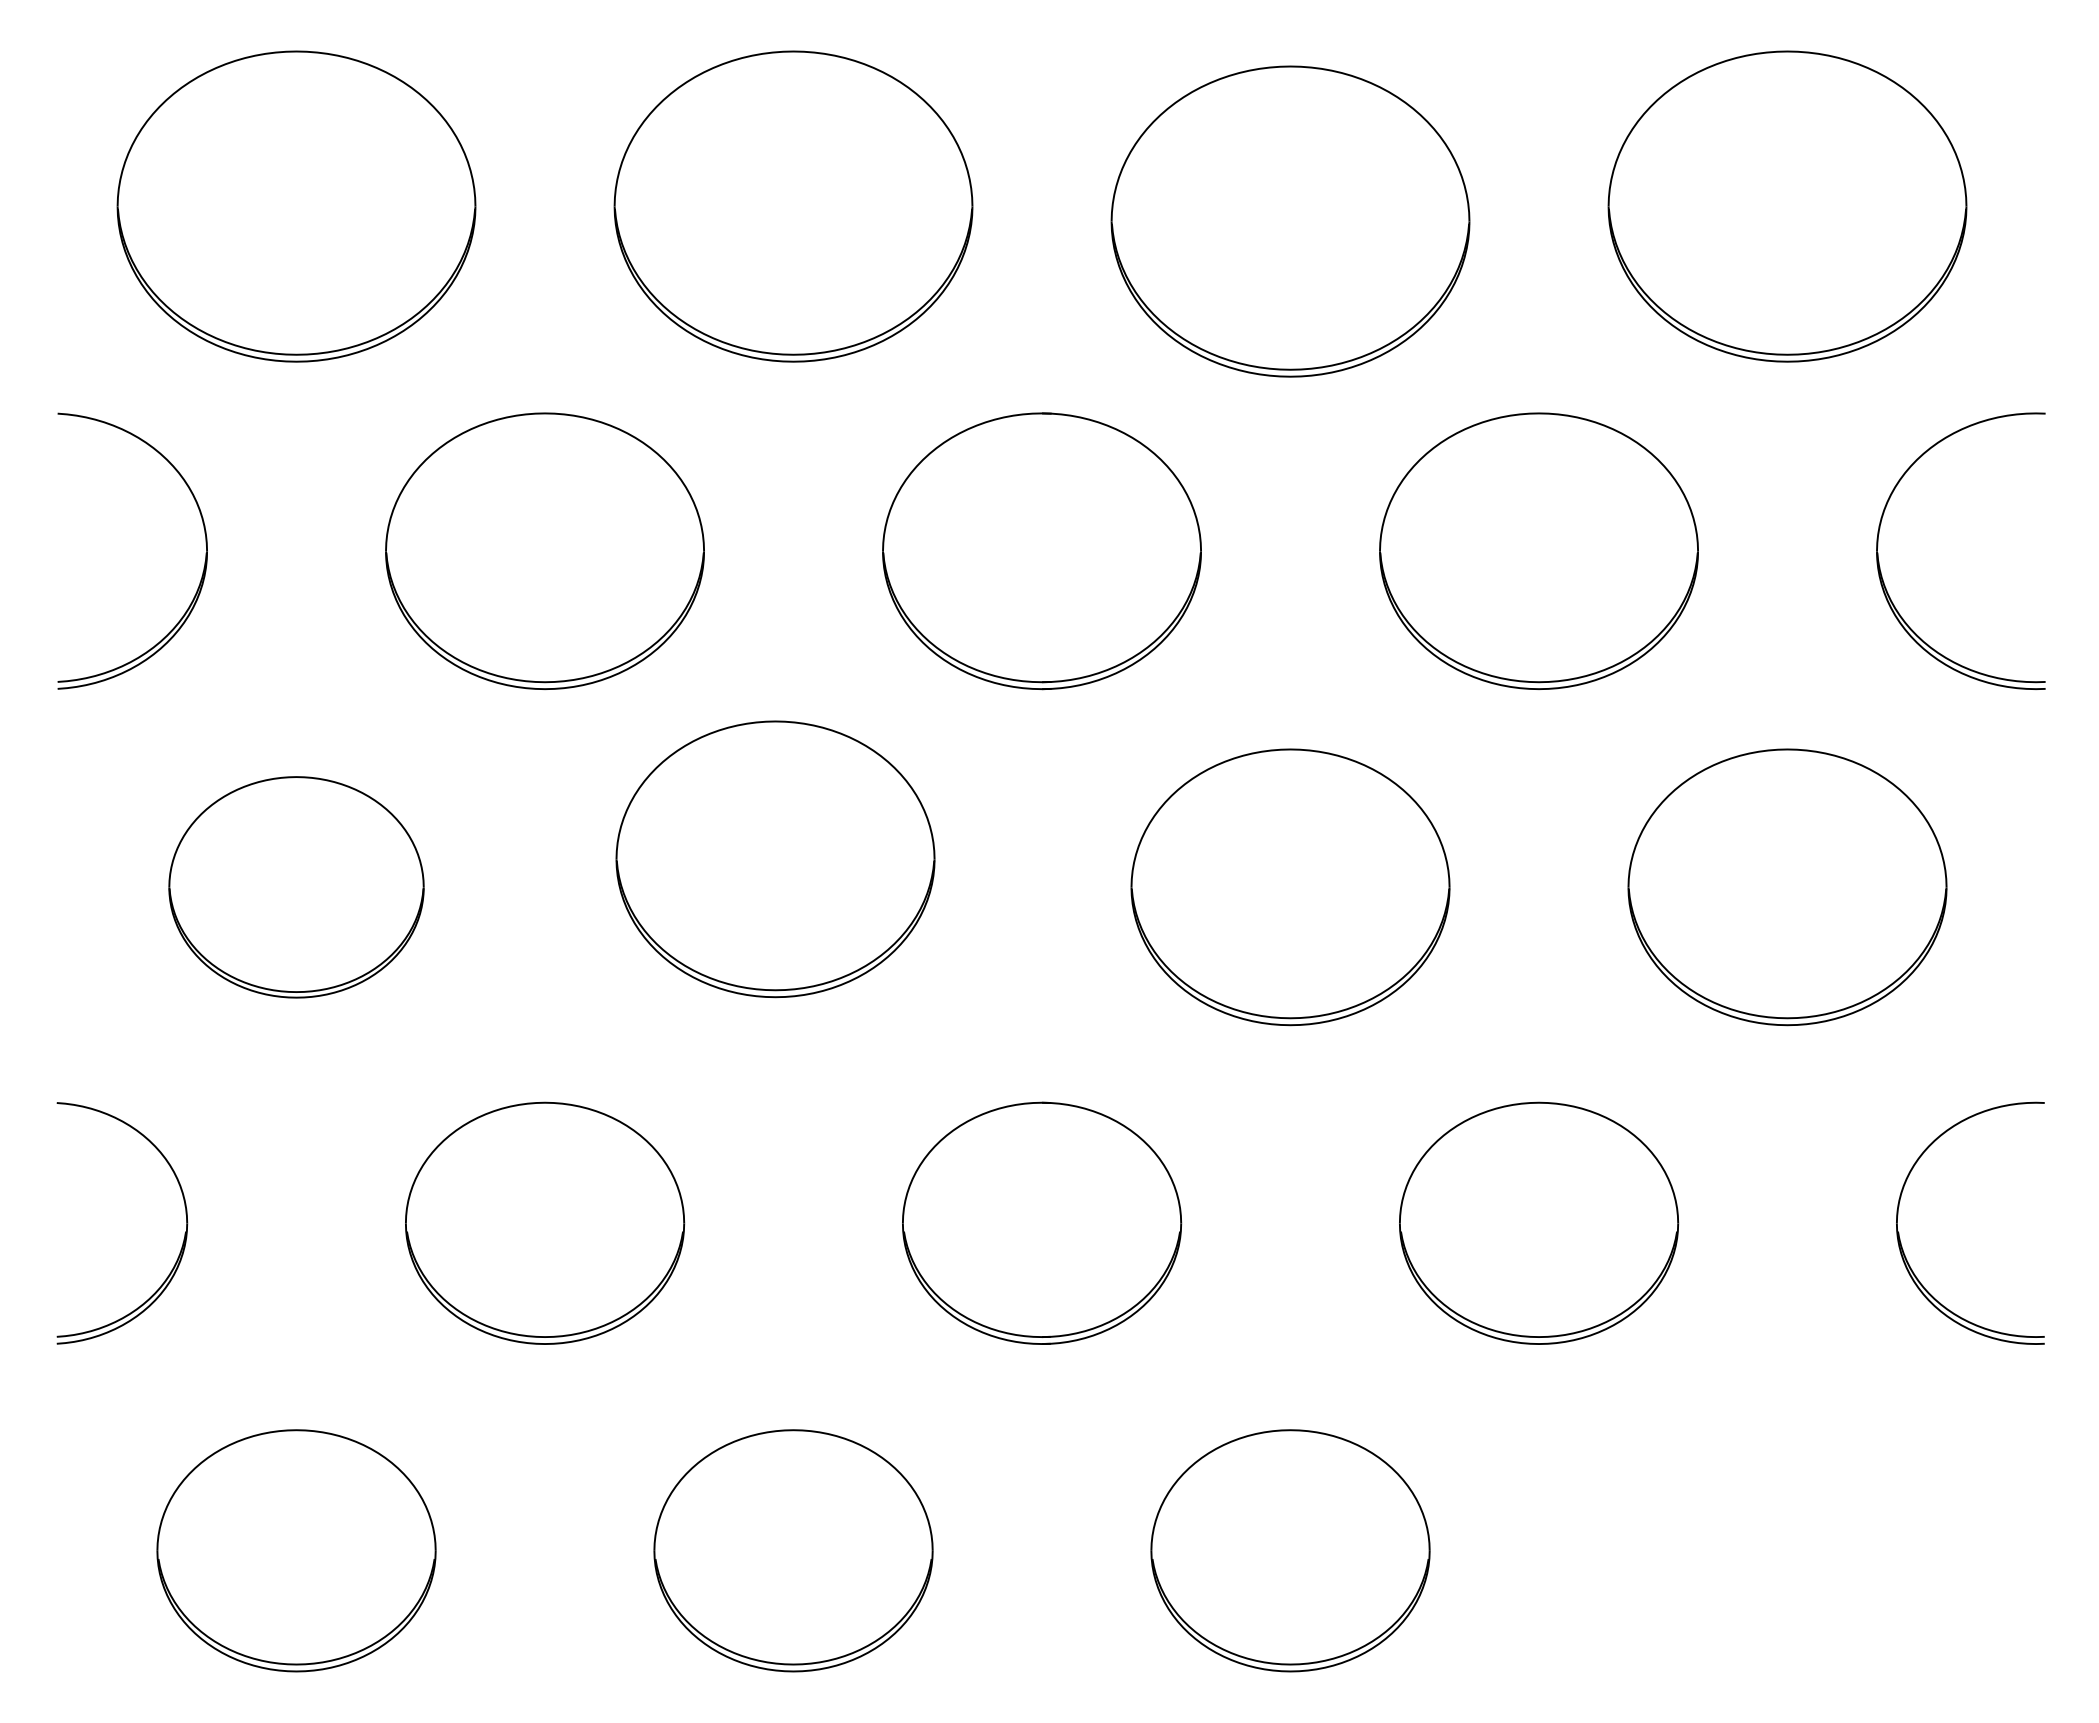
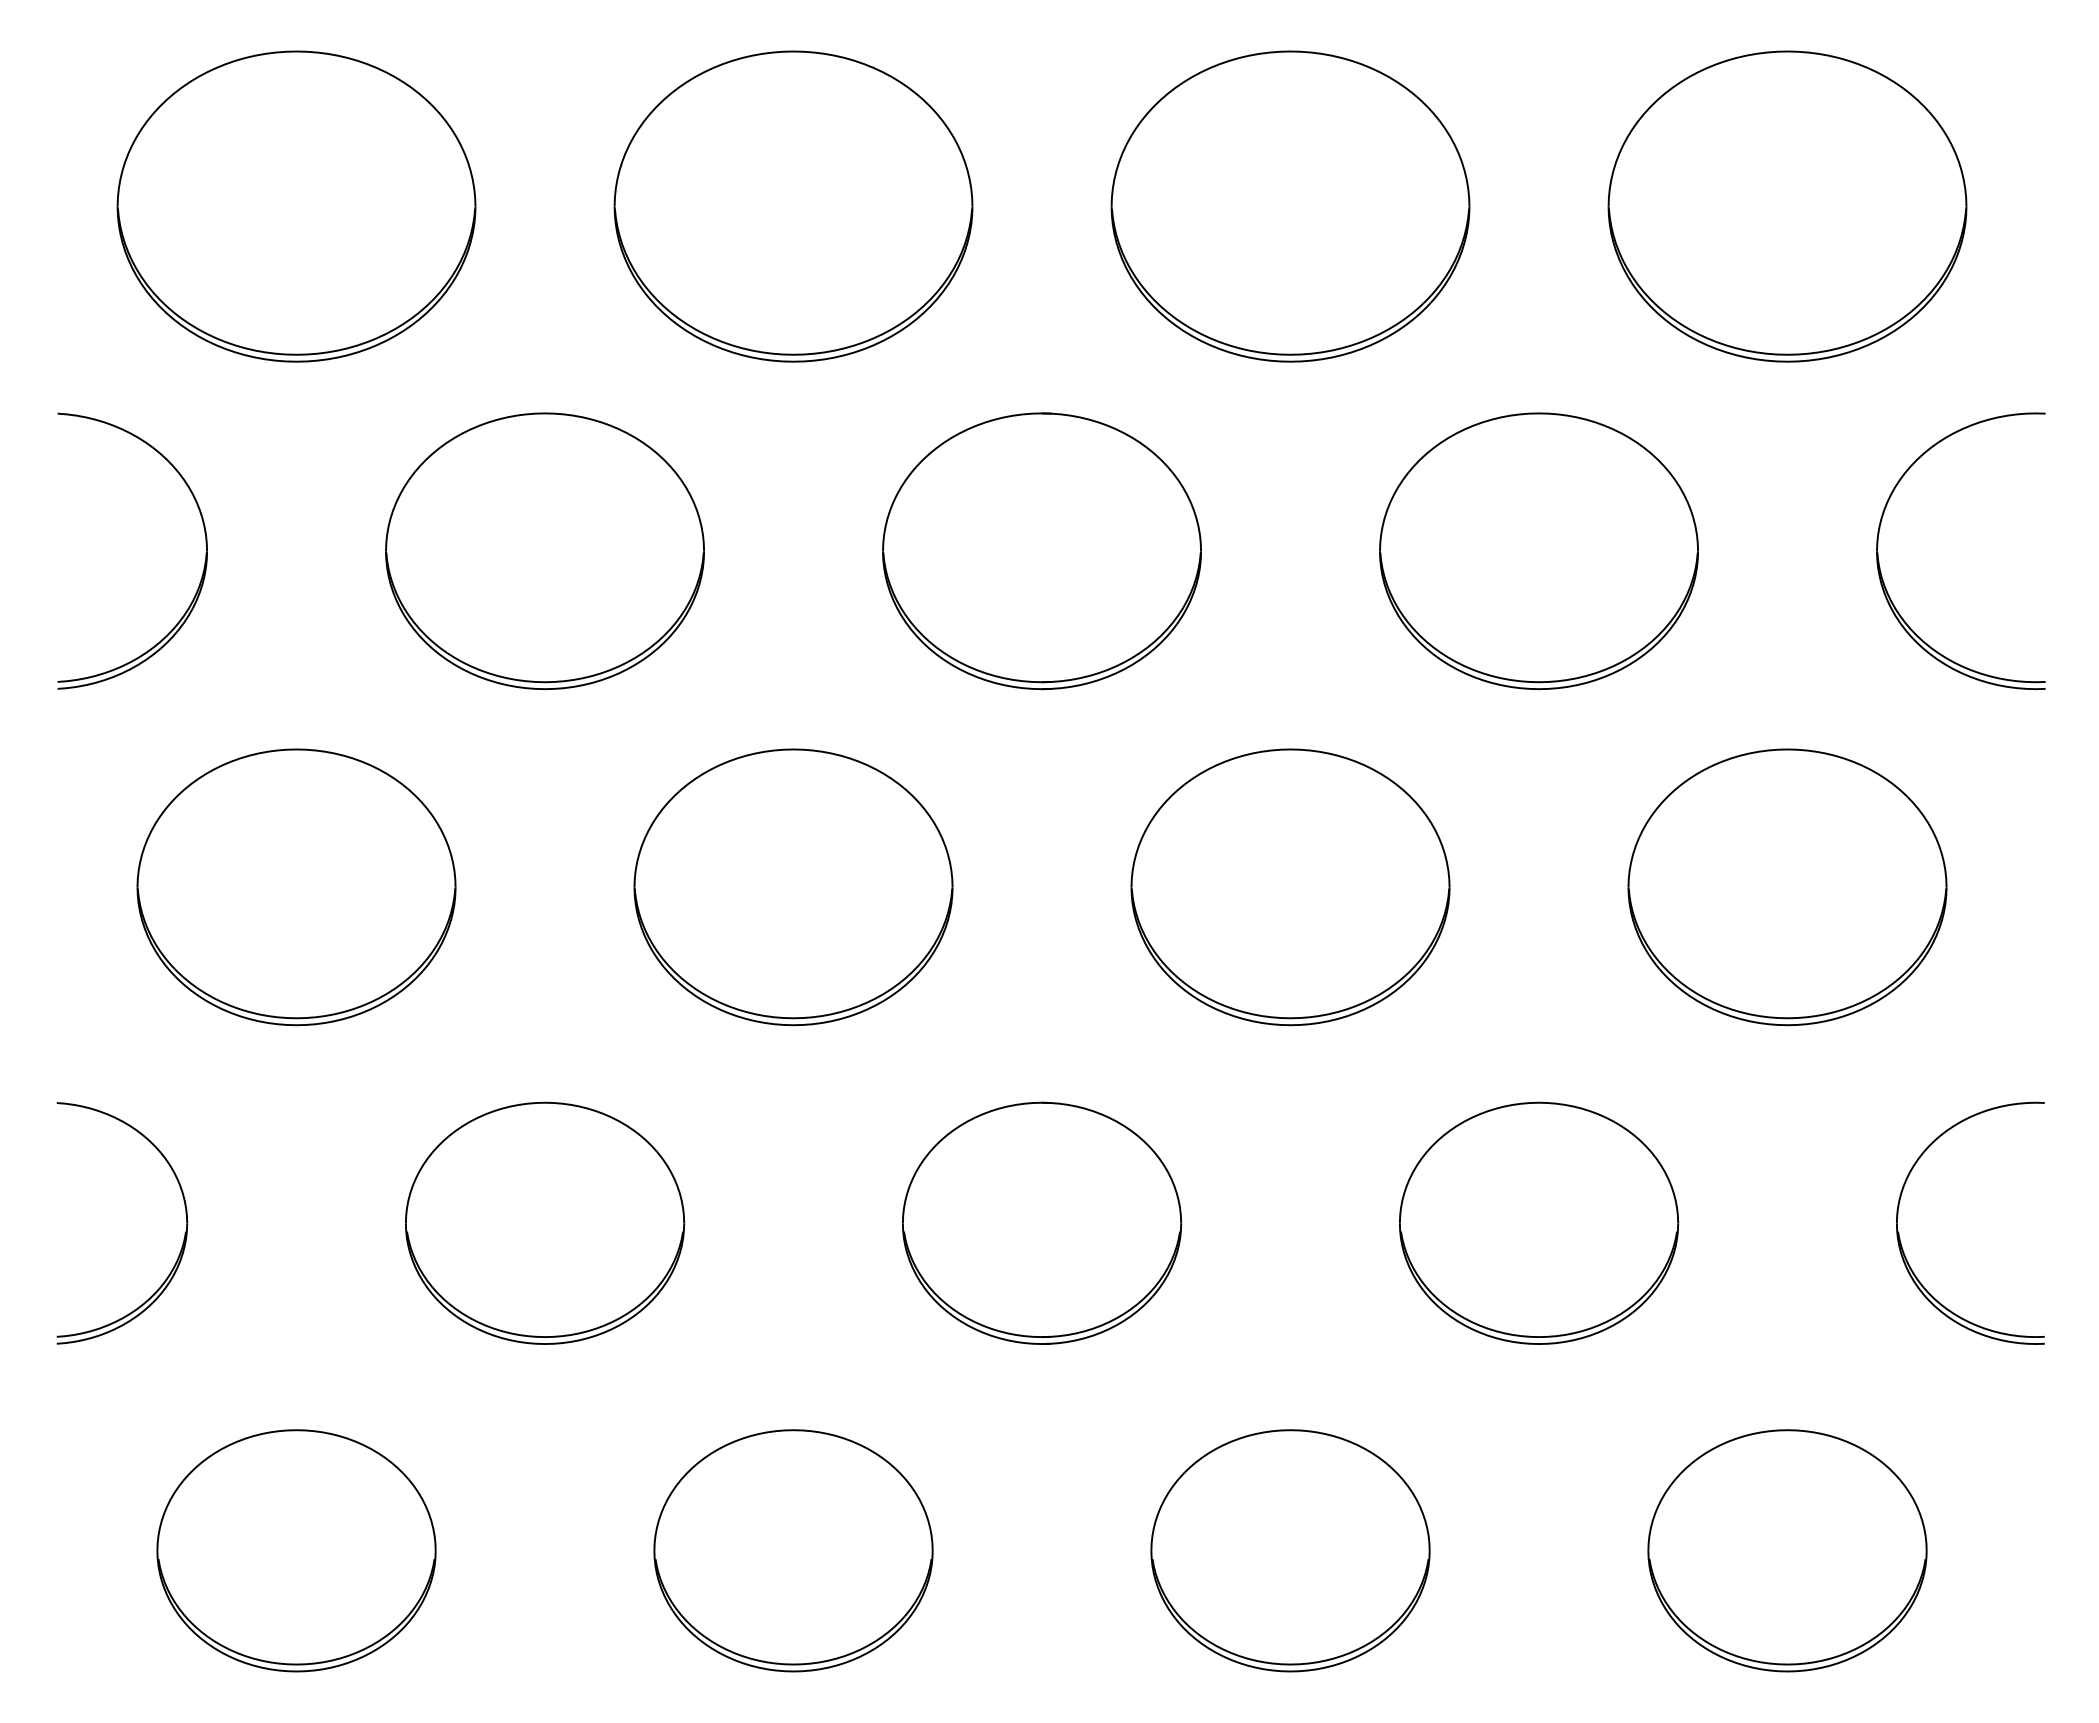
part at (1290, 221) position: (1290, 221) -> (1290, 206)
part at (775, 859) position: (775, 859) -> (793, 887)
part at (296, 887) size: 257x223 px -> 321x279 px
part at (1787, 1550): none -> present
